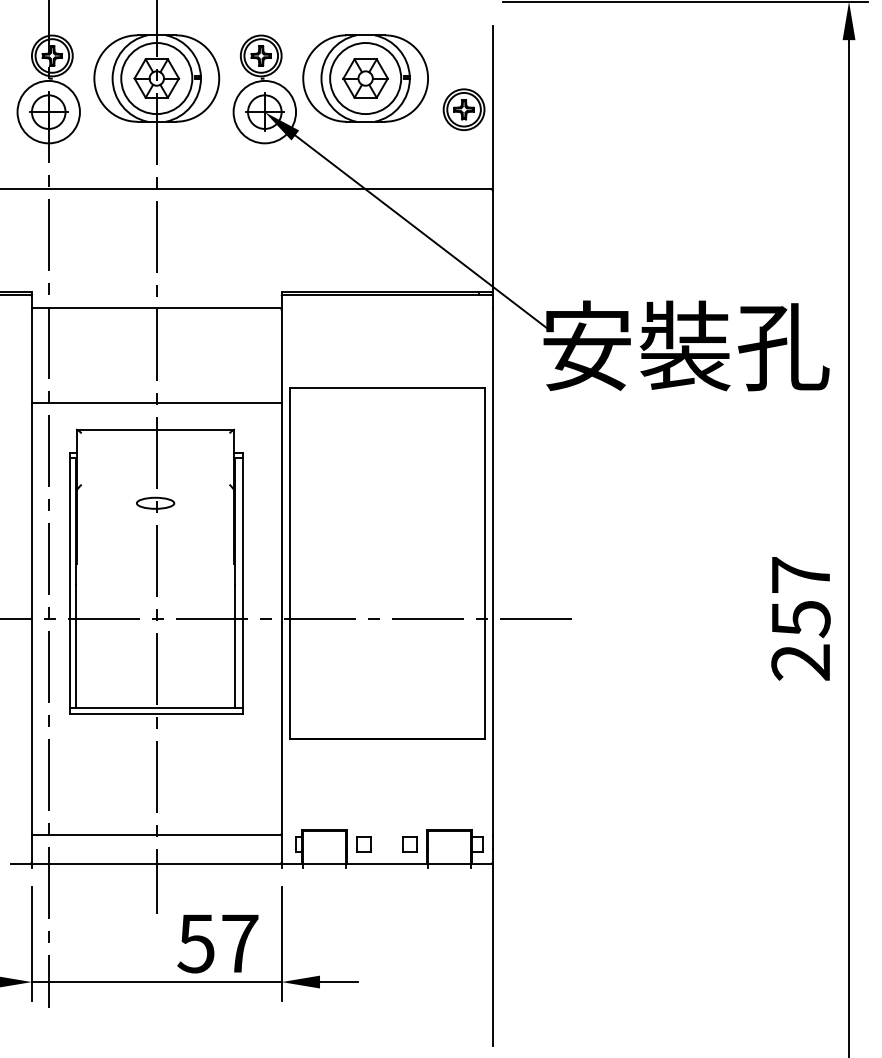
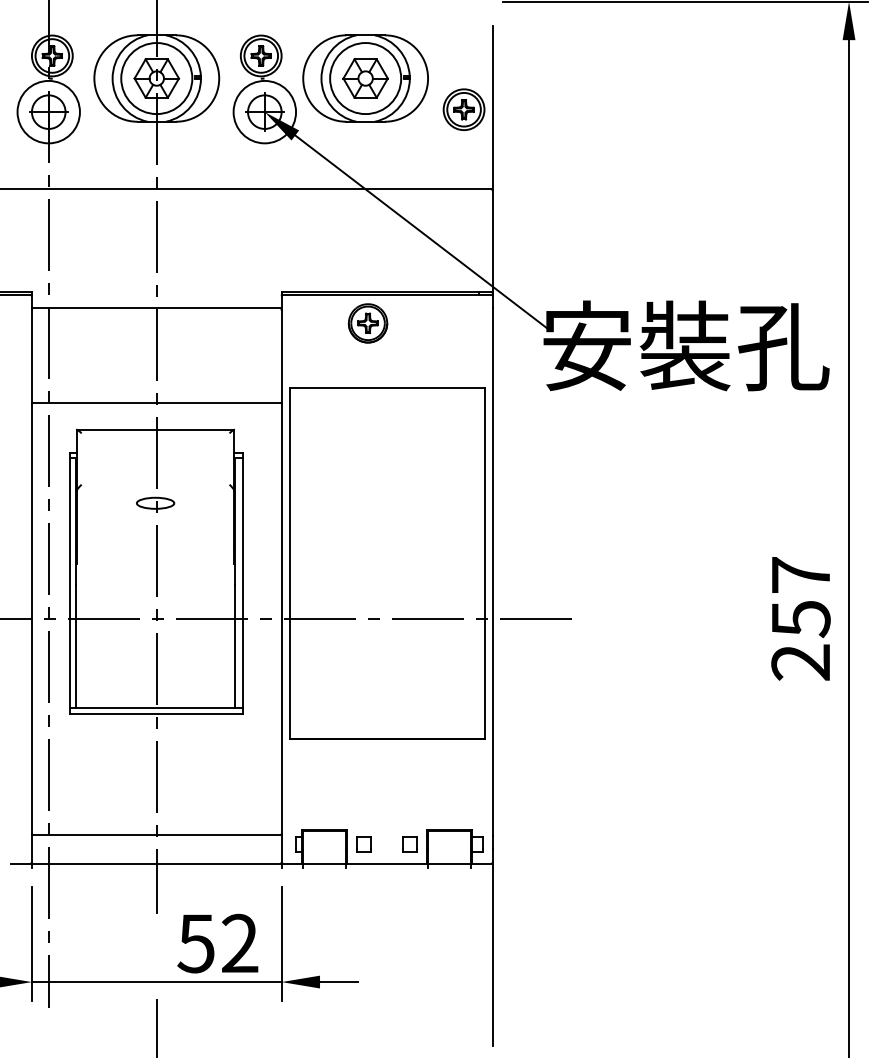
part at (367, 323): none -> present
text at (240, 942): 57 -> 52
line at (156, 1026): none -> present
